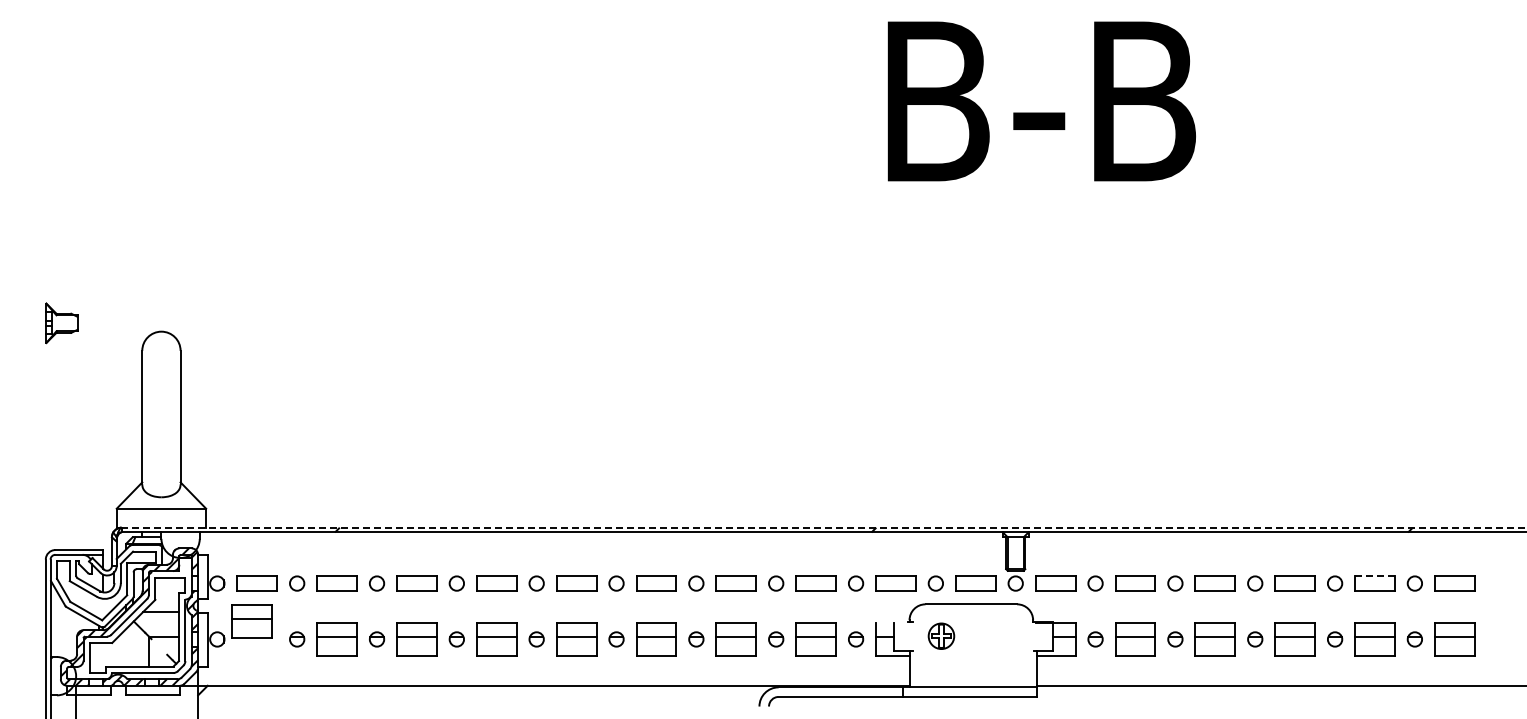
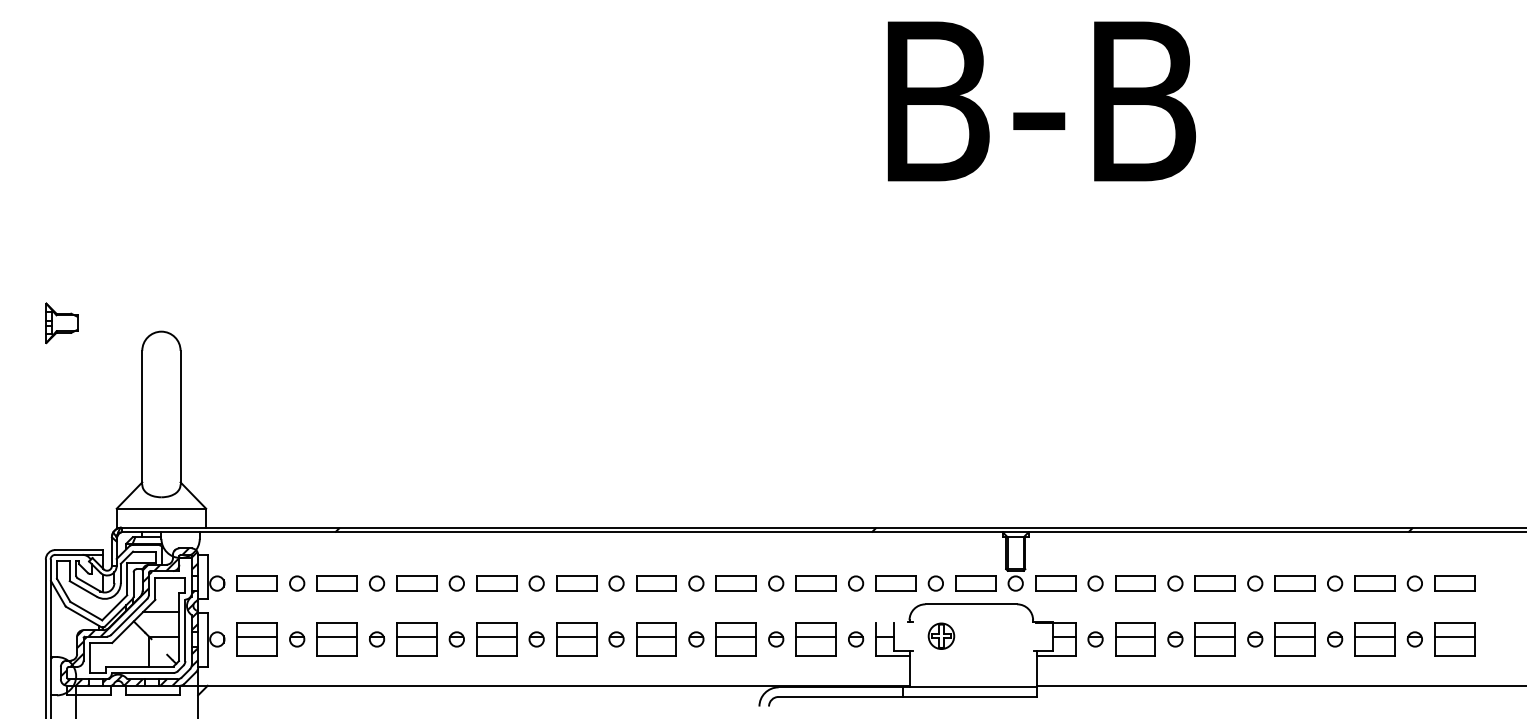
line at (823, 527): dashed -> solid
line at (1375, 576): dashed -> solid
part at (251, 621) position: (251, 621) -> (256, 639)
